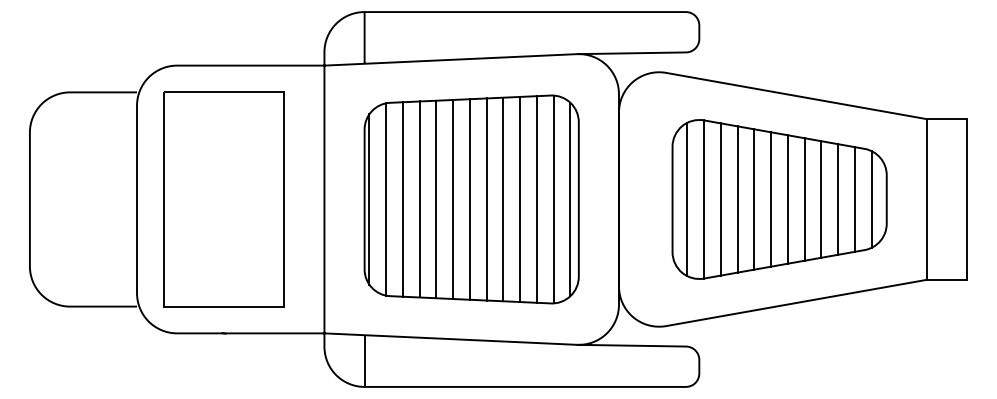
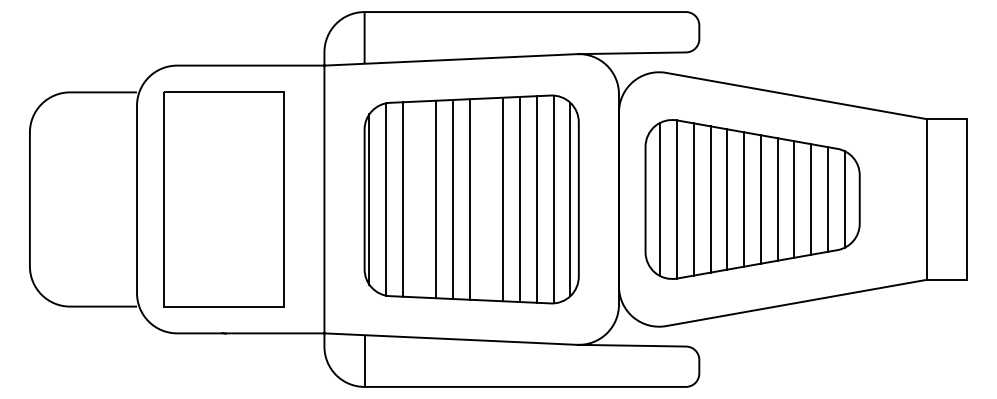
line at (419, 199): present -> none
line at (486, 199): present -> none
part at (779, 199) position: (779, 199) -> (752, 199)
